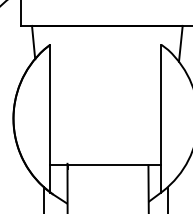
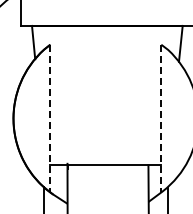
line at (50, 119): solid -> dashed
line at (161, 119): solid -> dashed
